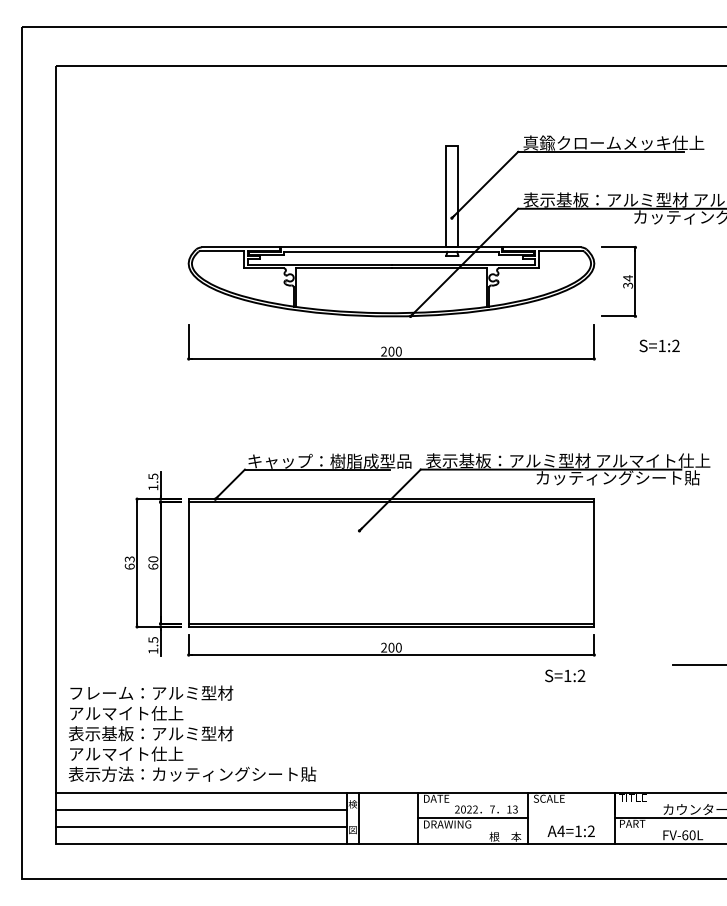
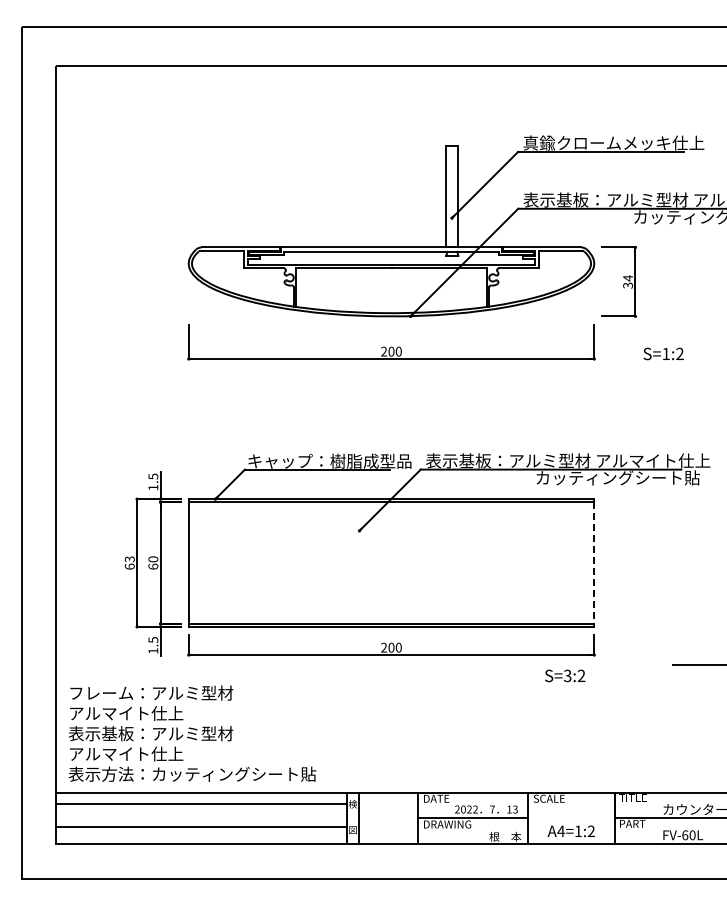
text at (659, 345) position: (659, 345) -> (663, 353)
line at (594, 563): solid -> dashed
text at (567, 675): S=1:2 -> S=3:2
line at (200, 809) position: (200, 809) -> (200, 803)
